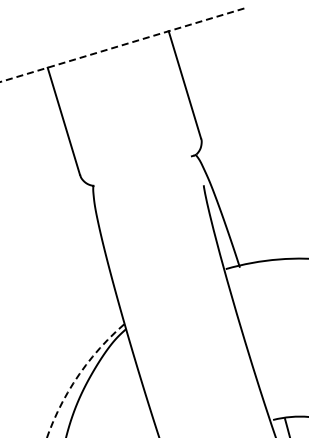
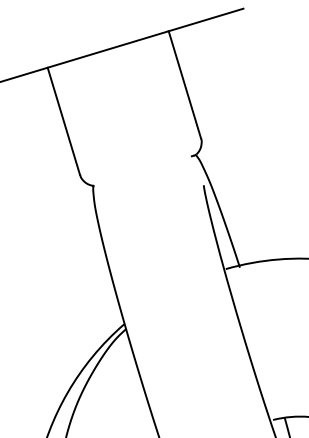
line at (122, 45): dashed -> solid
arc at (79, 374): dashed -> solid
